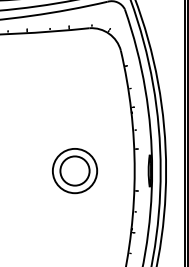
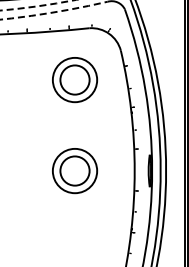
arc at (37, 6): solid -> dashed
arc at (54, 12): solid -> dashed
part at (75, 80): none -> present
